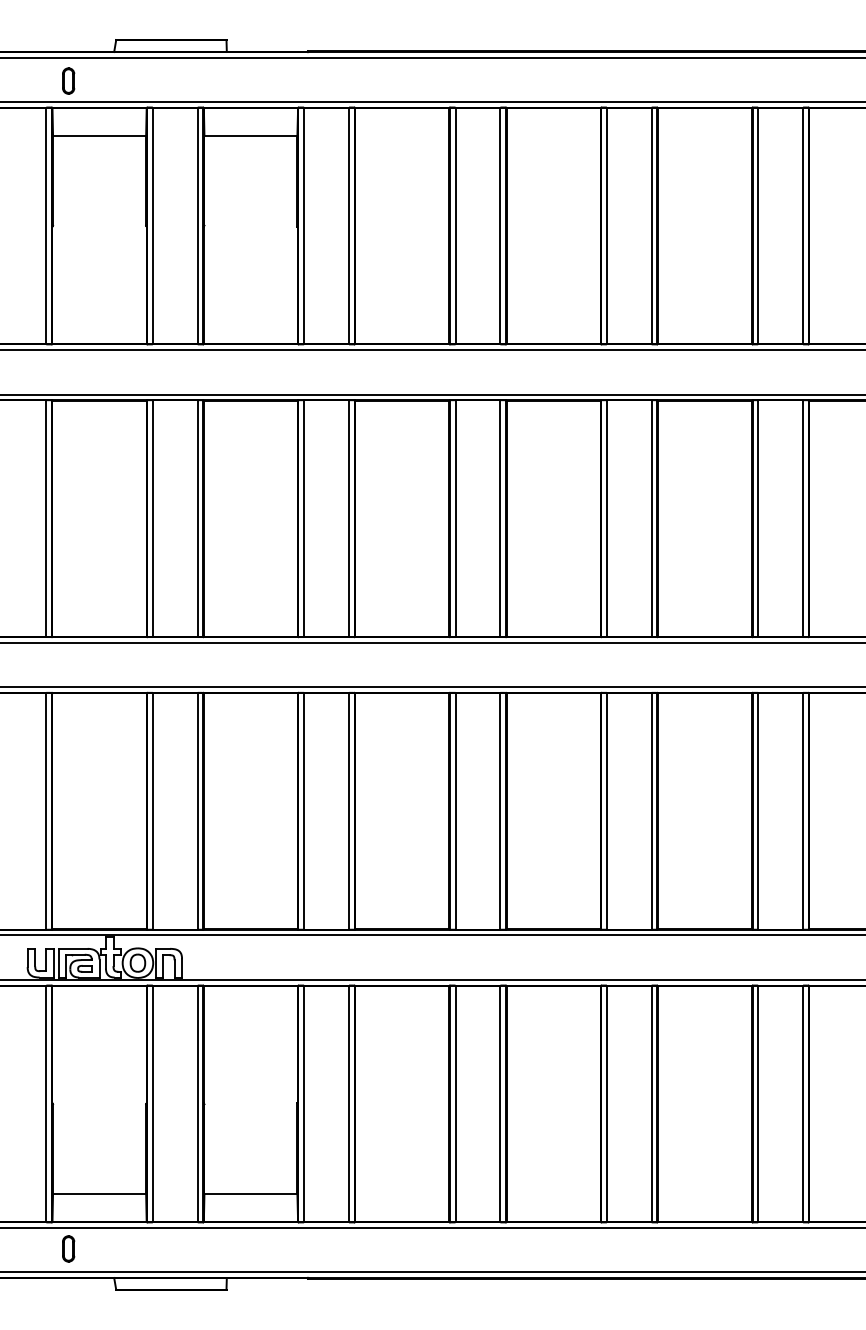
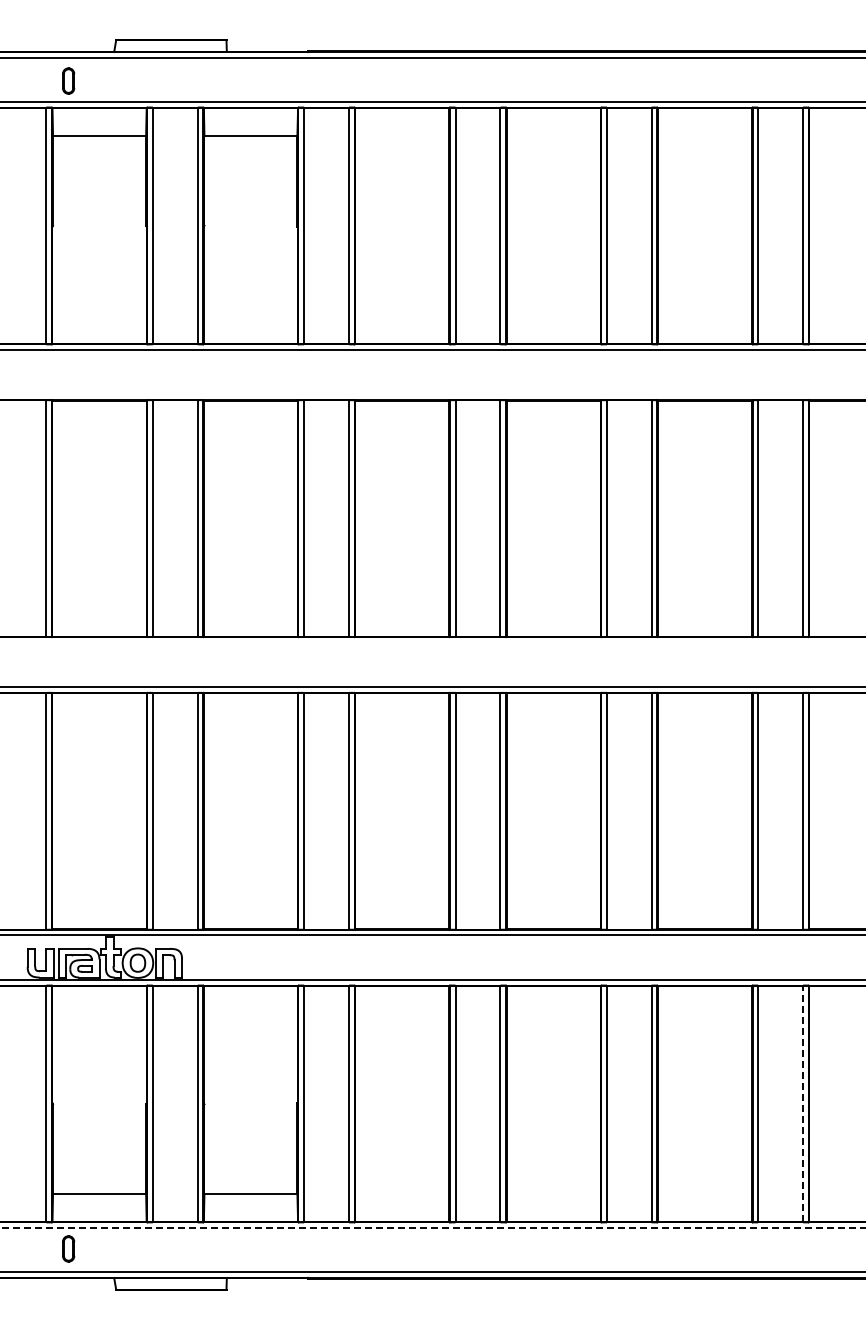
line at (432, 394): present -> none
line at (432, 642): present -> none
line at (803, 1103): solid -> dashed
line at (432, 1228): solid -> dashed
